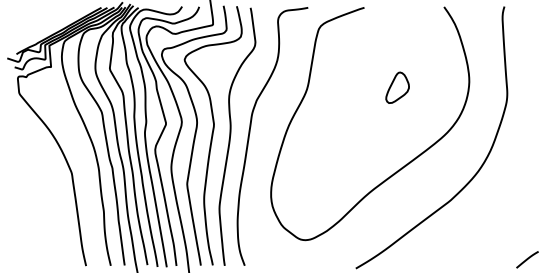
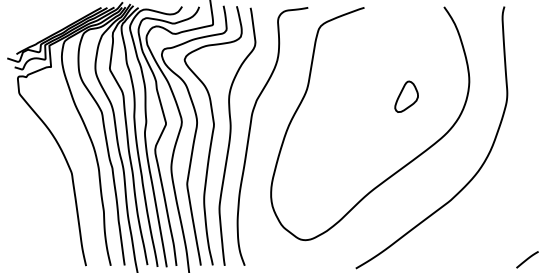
part at (397, 87) position: (397, 87) -> (406, 96)
